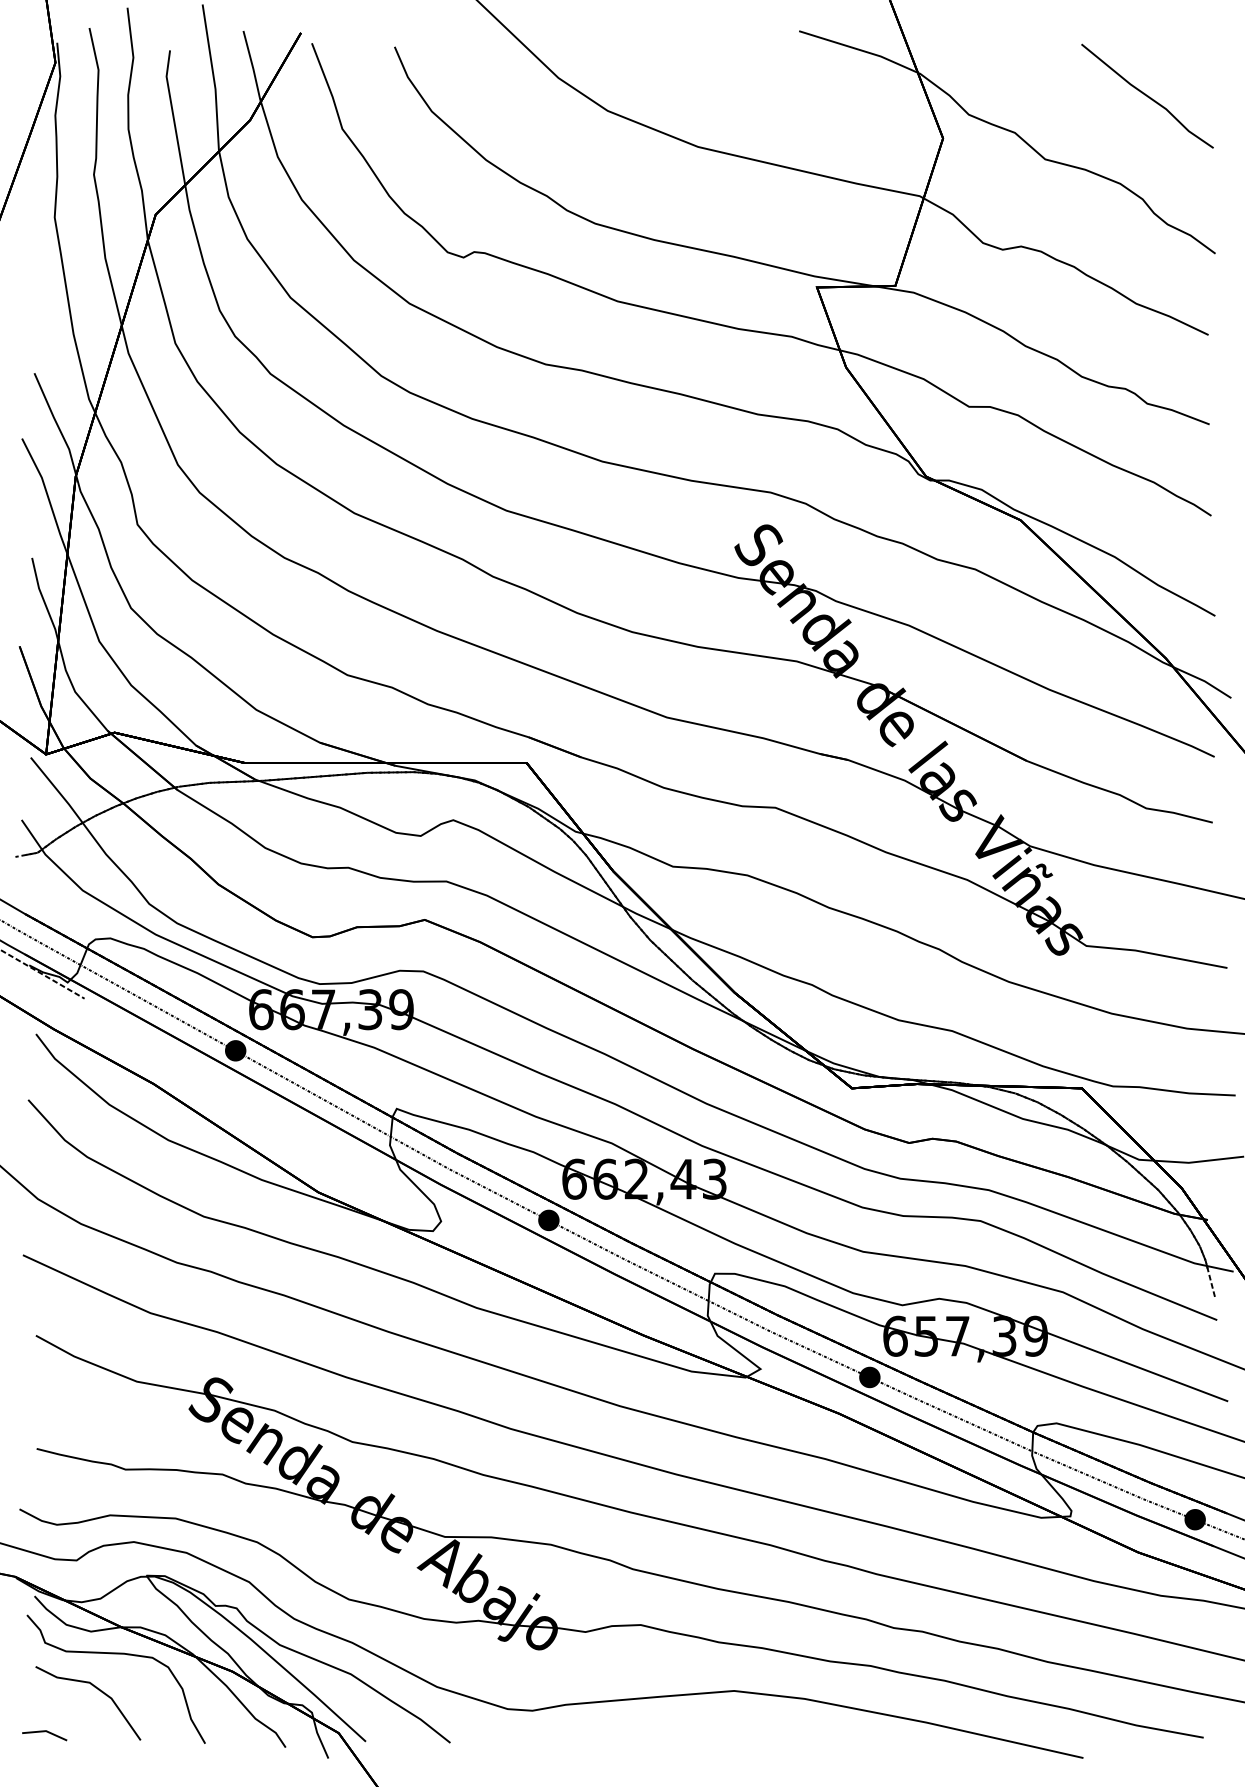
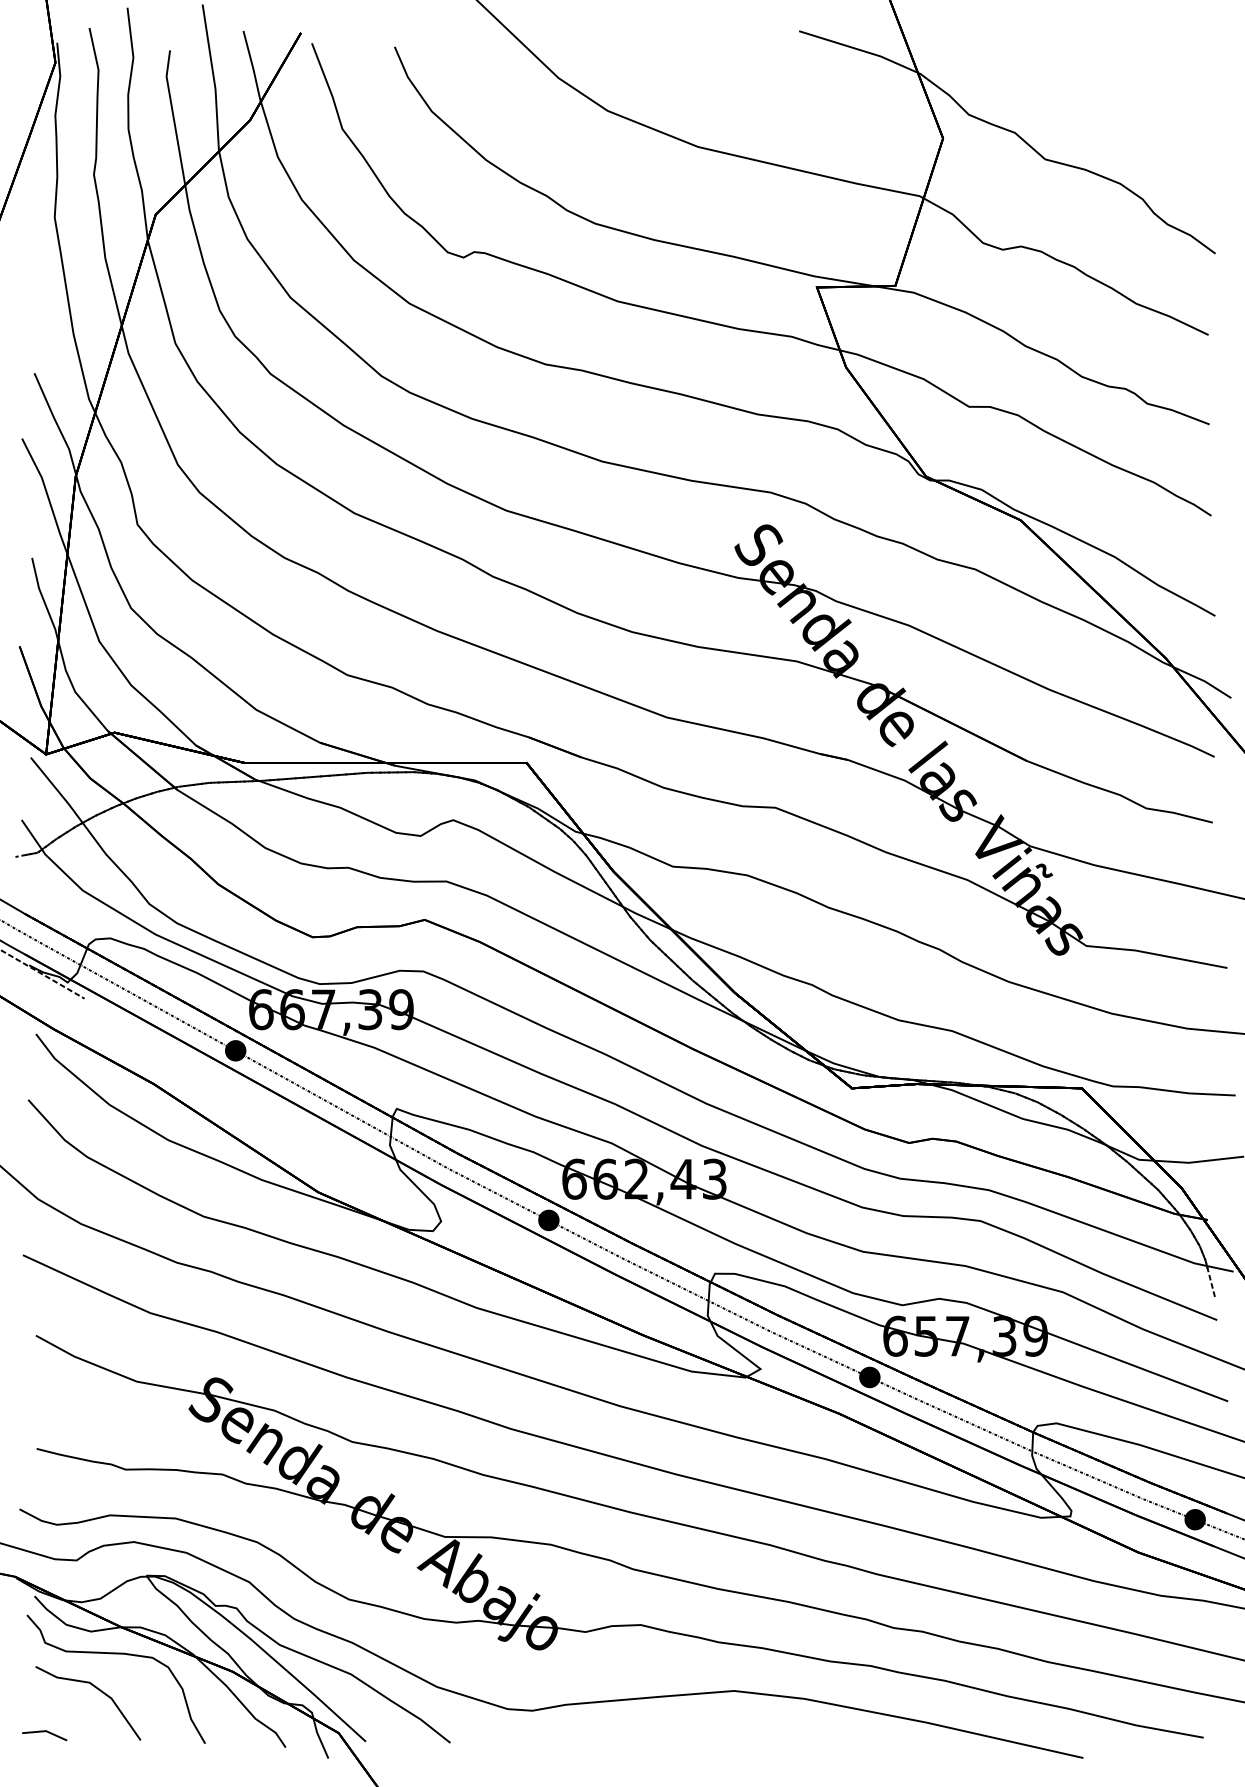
part at (1147, 95): present -> none
